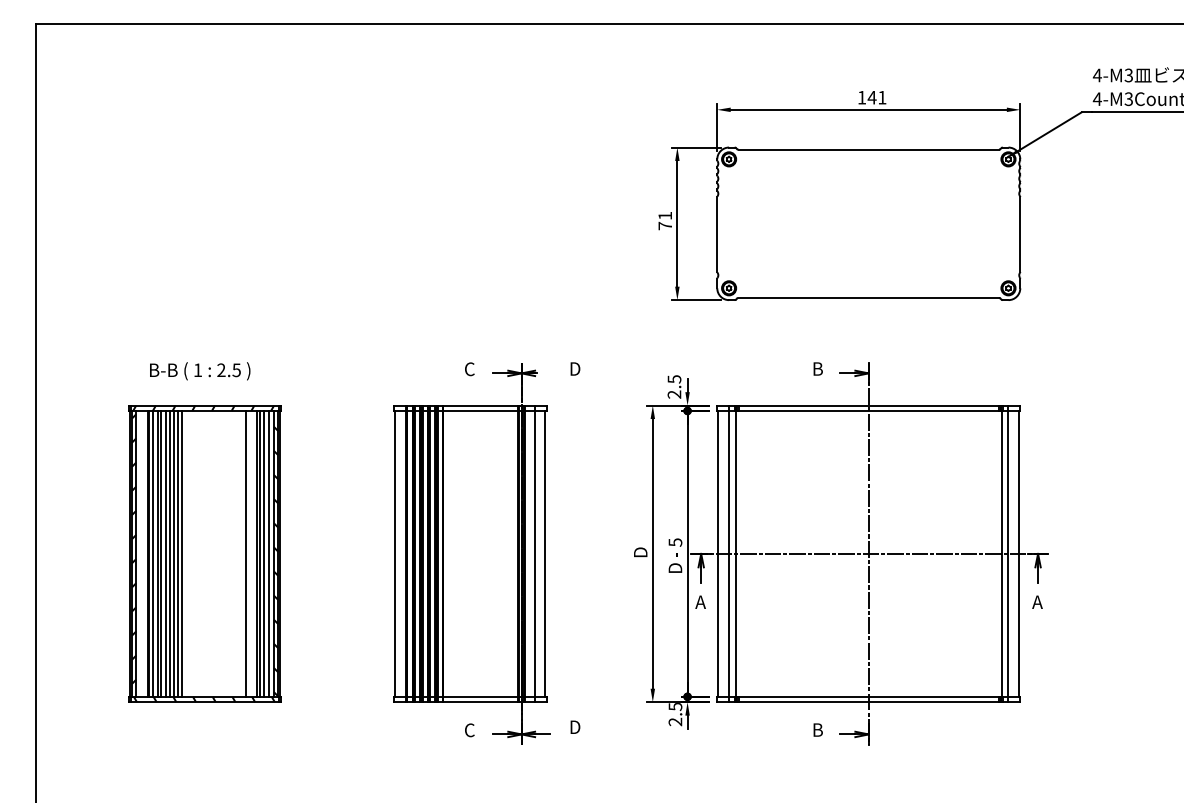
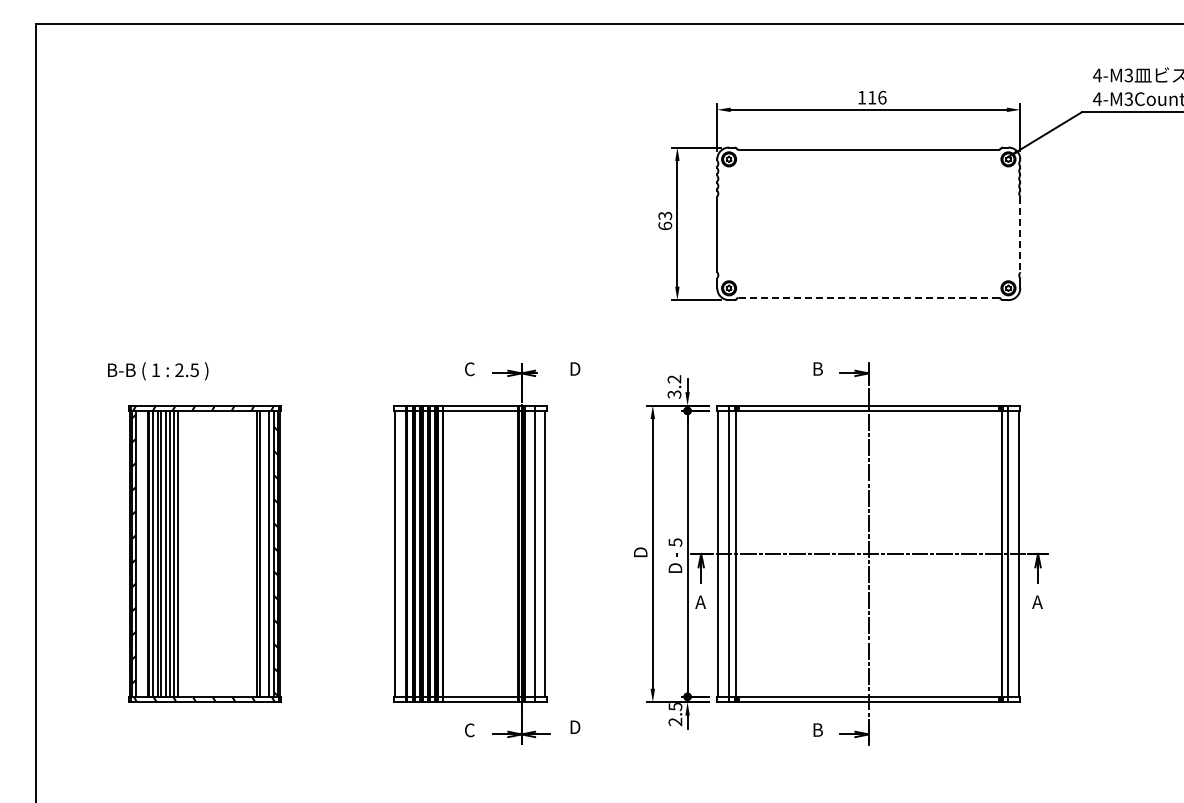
text at (876, 97): 141 -> 116
text at (665, 220): 71 -> 63
line at (1020, 234): solid -> dashed
line at (868, 297): solid -> dashed
text at (200, 371) position: (200, 371) -> (158, 371)
text at (674, 386): 2.5 -> 3.2
line at (182, 553): present -> none
line at (245, 553): present -> none
line at (263, 553): present -> none
